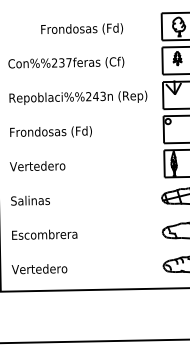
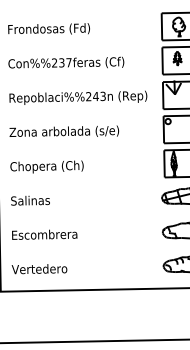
text at (81, 28) position: (81, 28) -> (48, 28)
text at (64, 131): Frondosas (Fd) -> Zona arbolada (s/e)
text at (46, 166): Vertedero -> Chopera (Ch)
